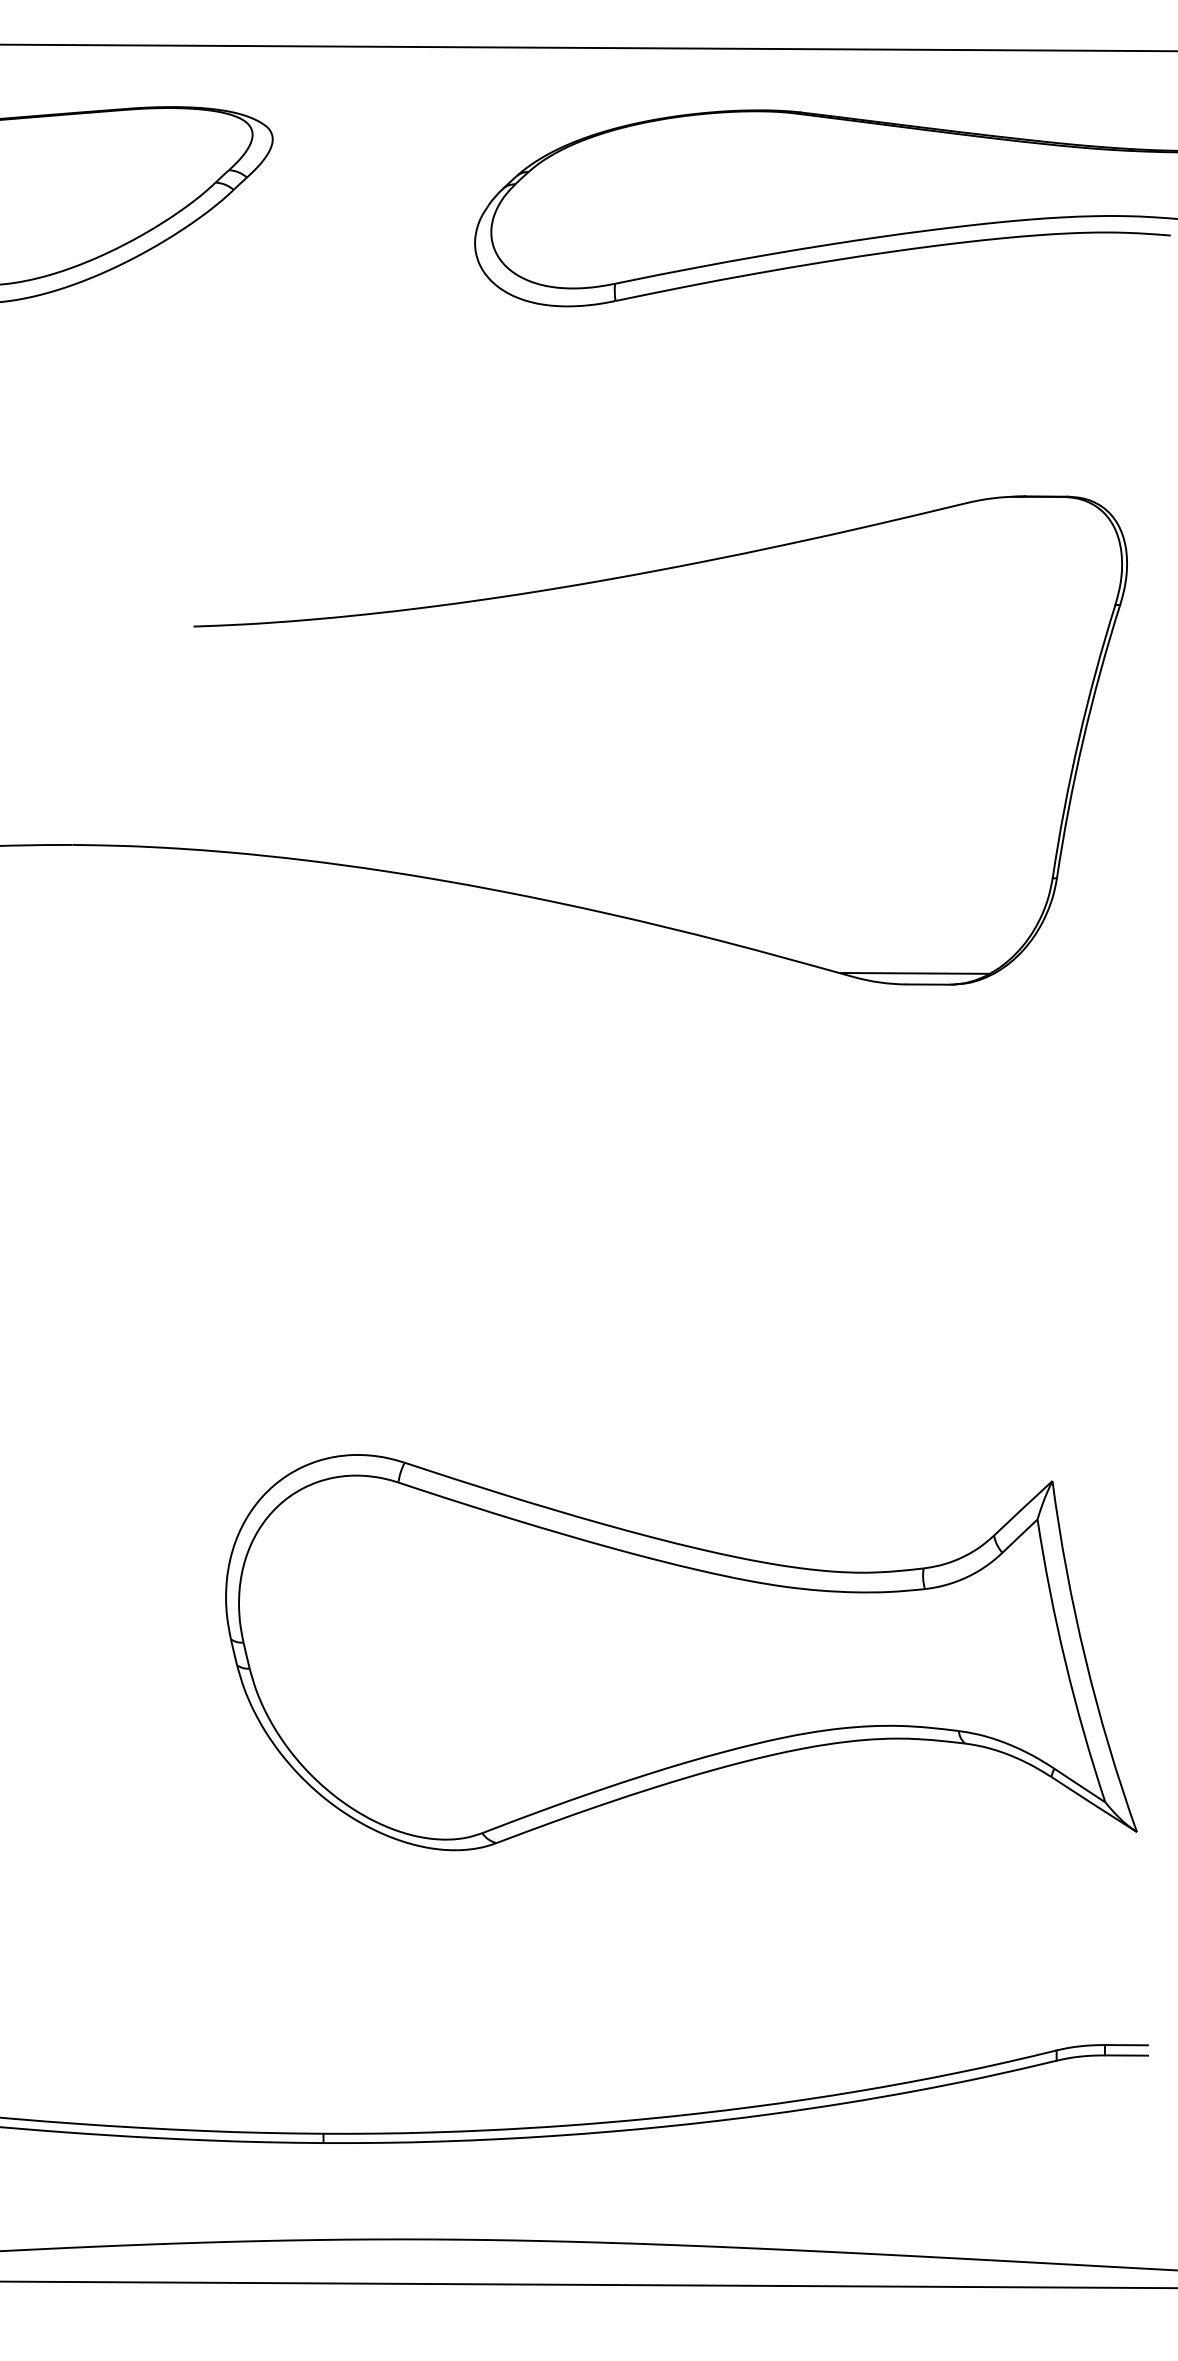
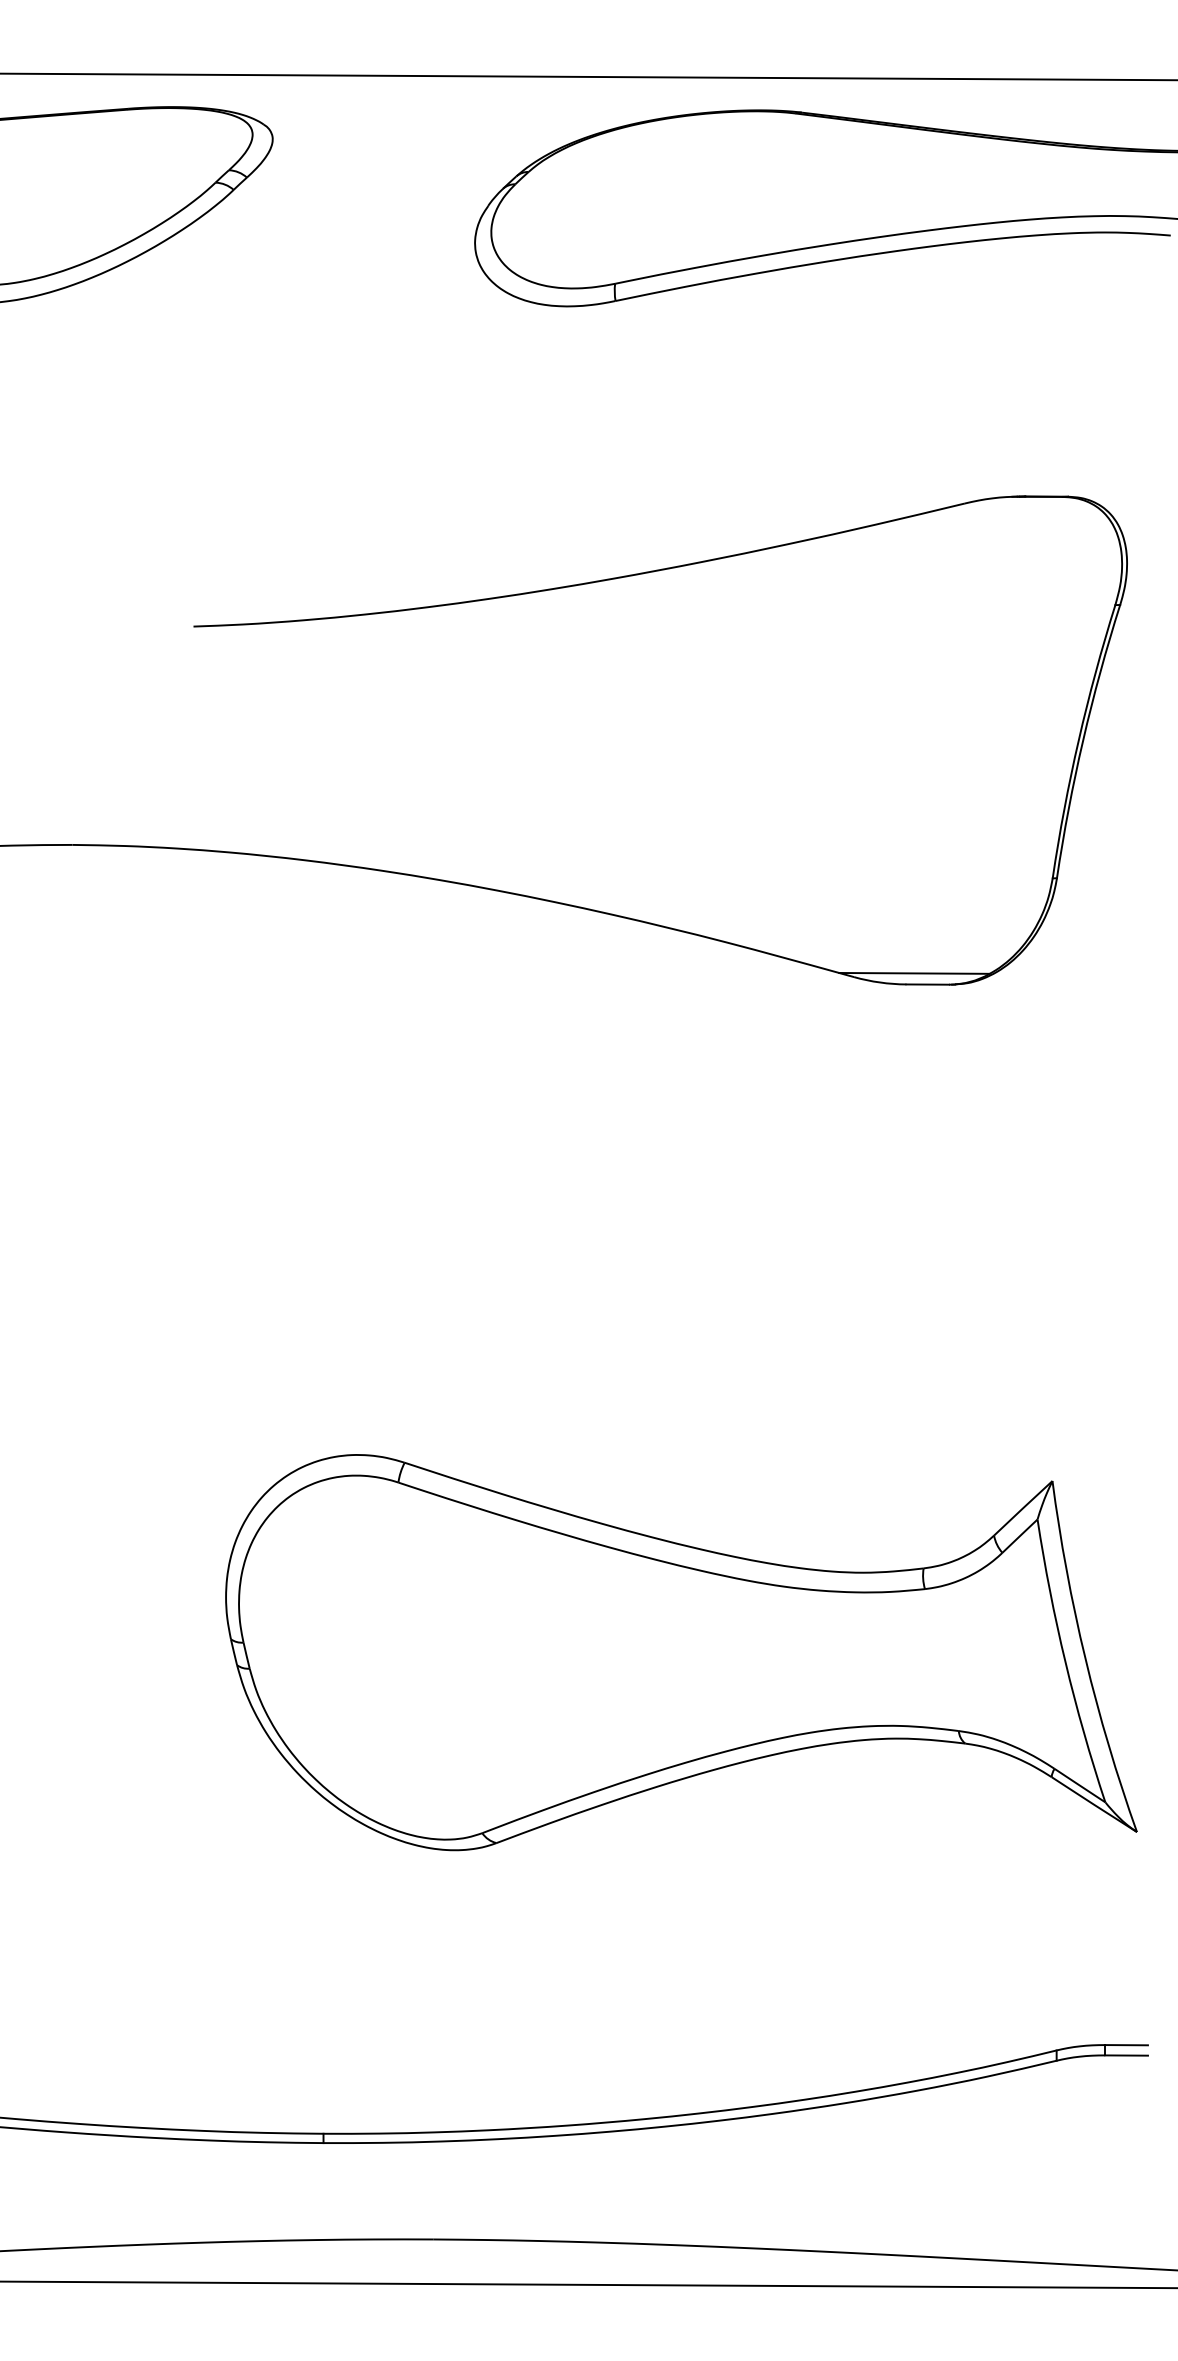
line at (588, 47) position: (588, 47) -> (588, 76)
